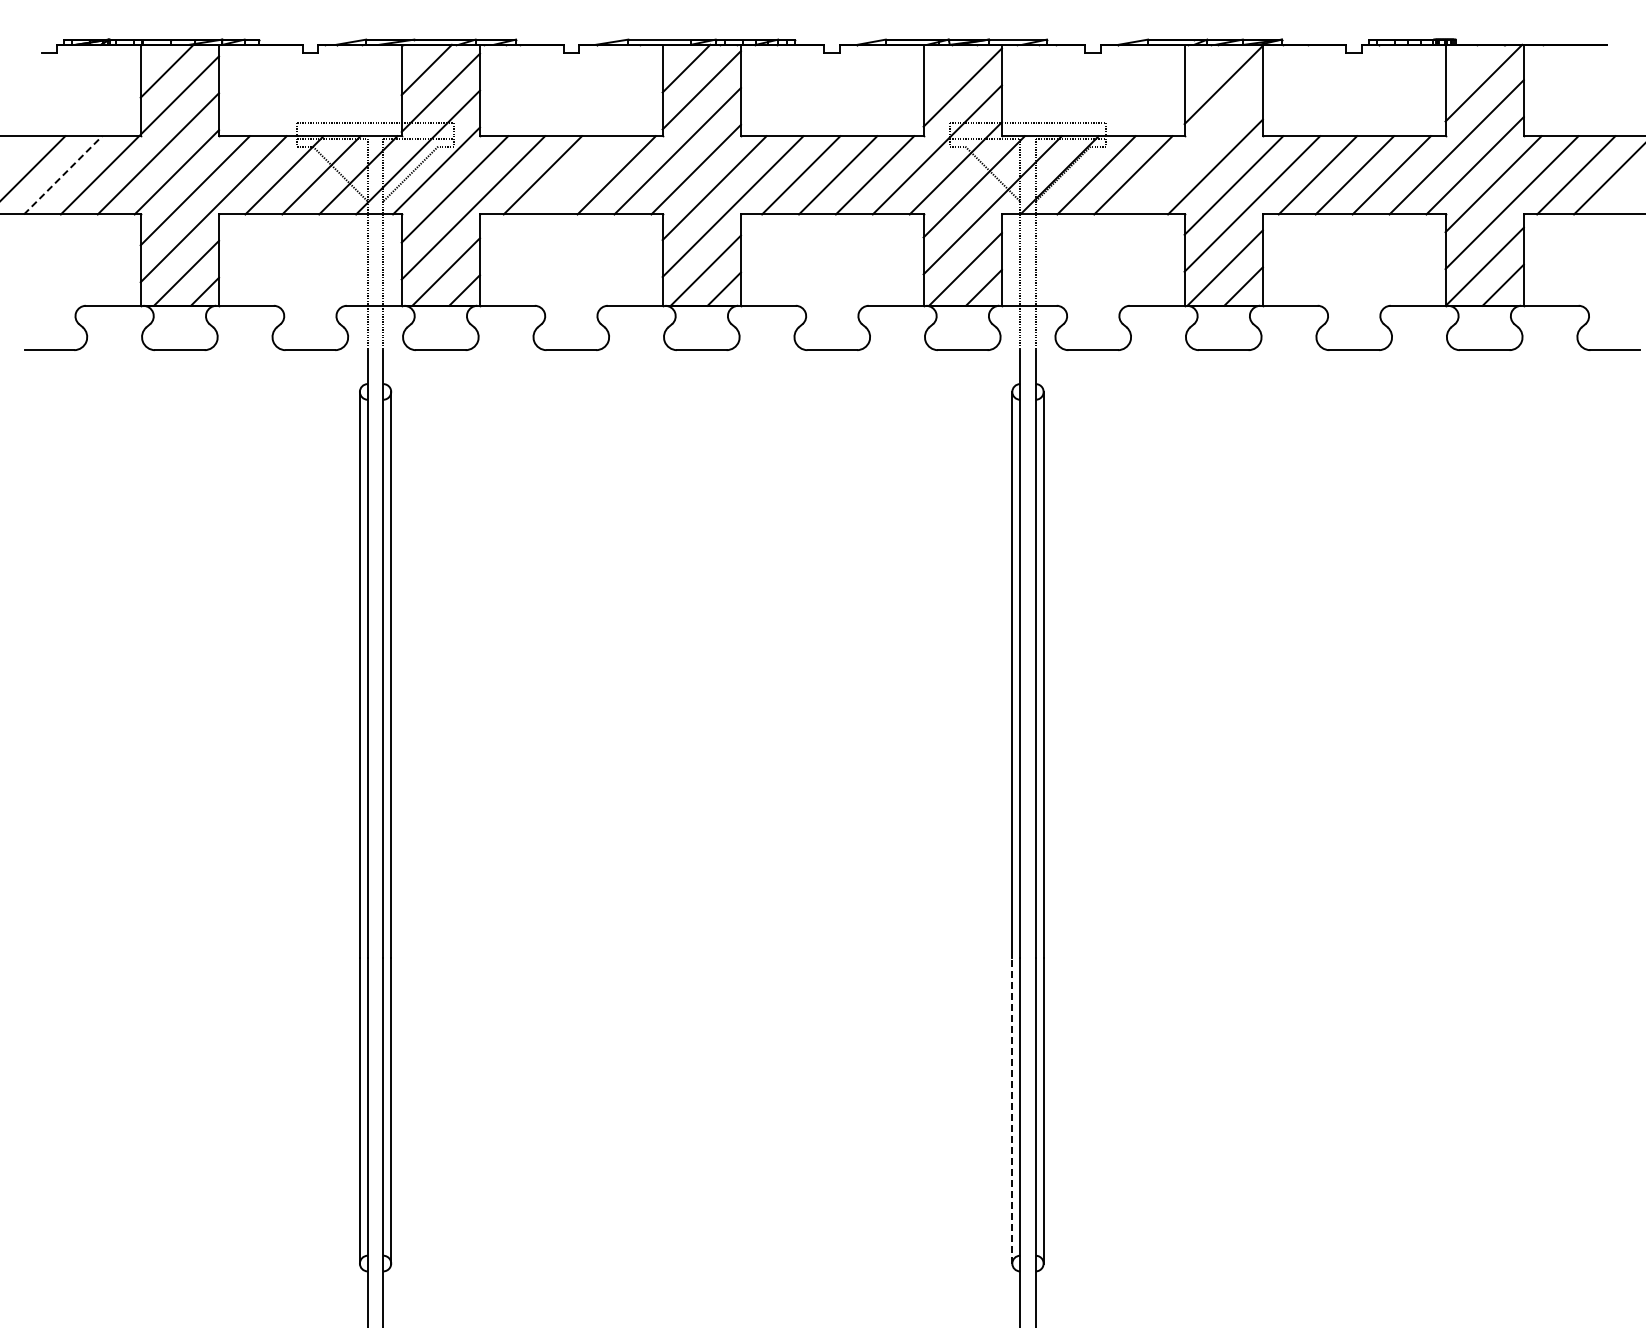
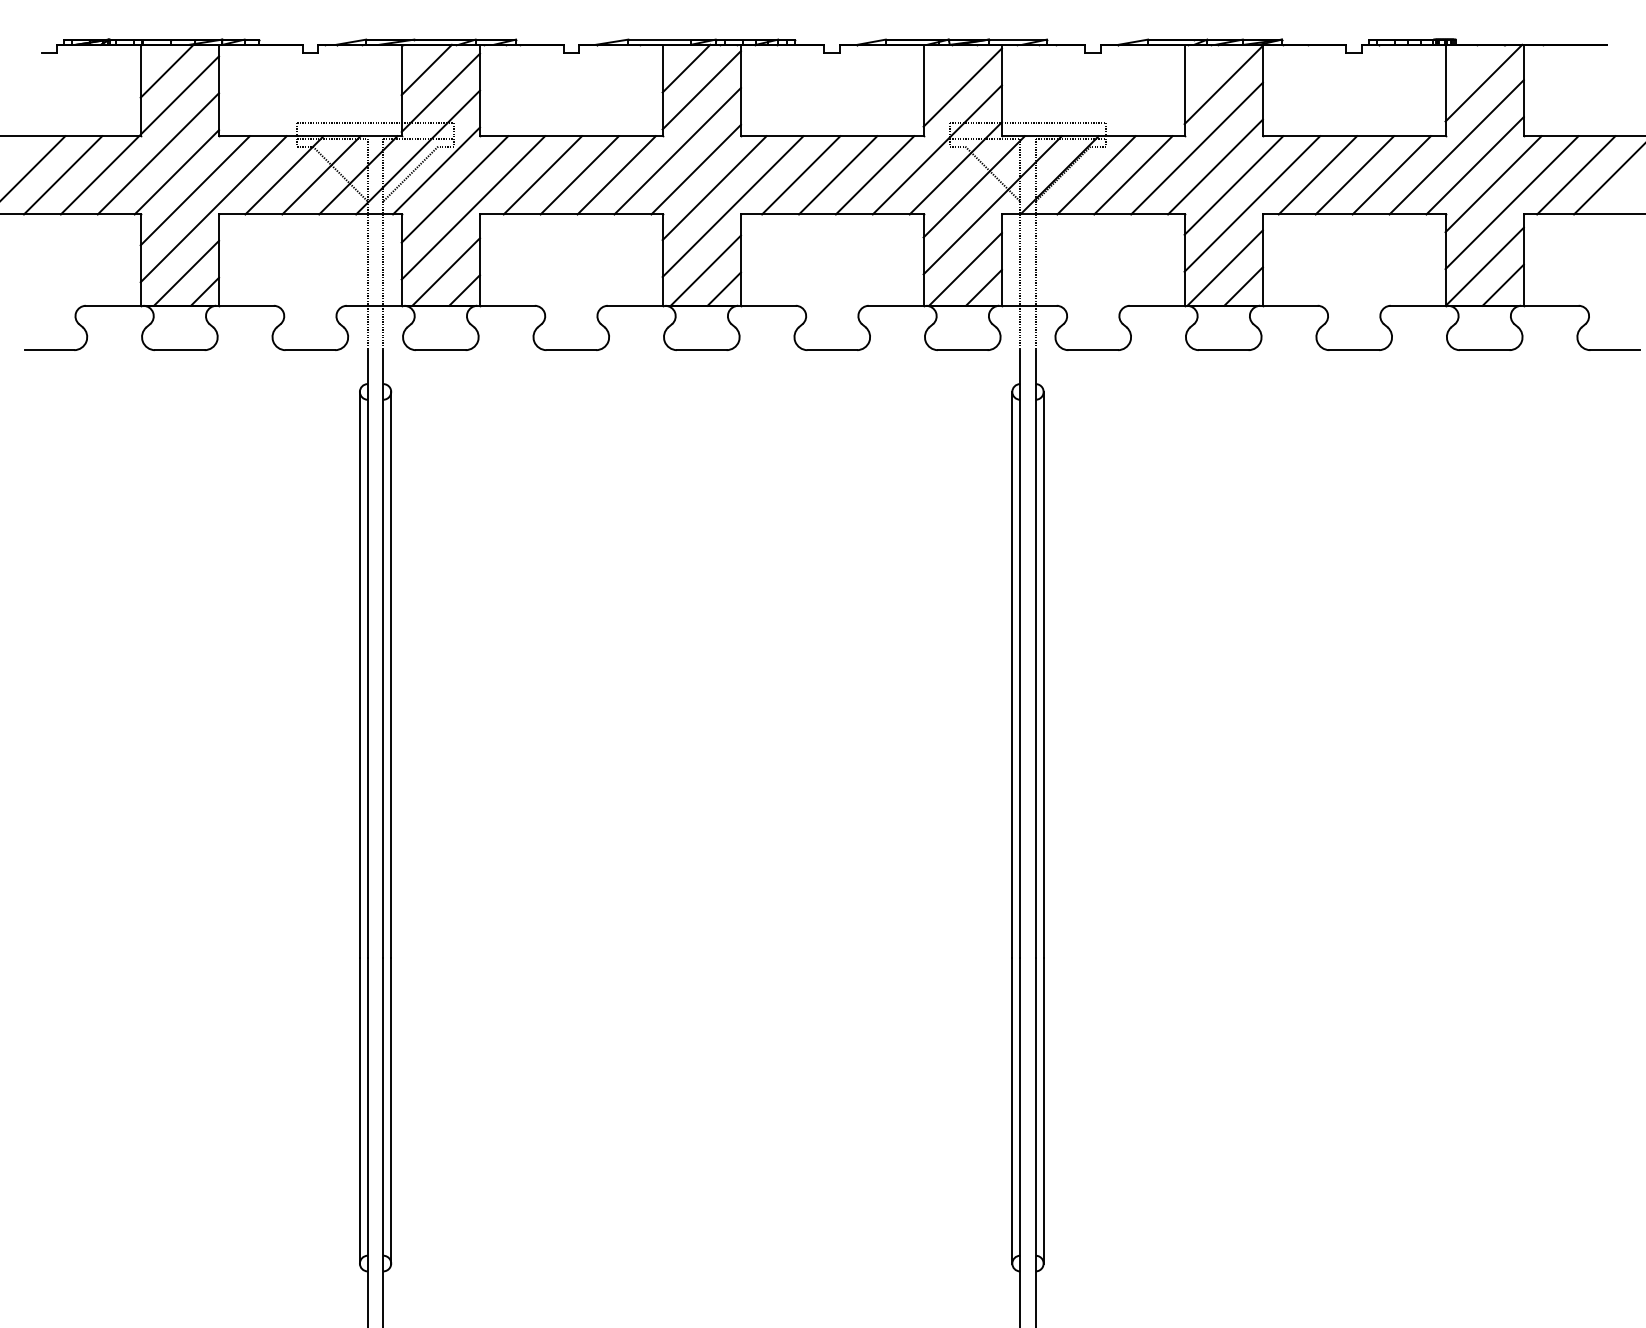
line at (1196, 148): none -> present
line at (63, 174): dashed -> solid
line at (579, 175): none -> present
line at (1012, 1110): dashed -> solid
